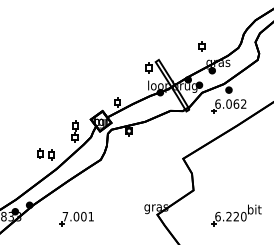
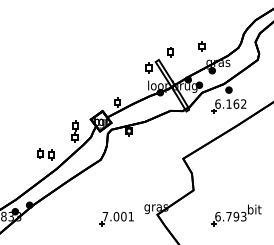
part at (170, 52): none -> present
text at (228, 103): 6.062 -> 6.162
text at (236, 216): 6.220 -> 6.793
part at (76, 218) position: (76, 218) -> (116, 218)
